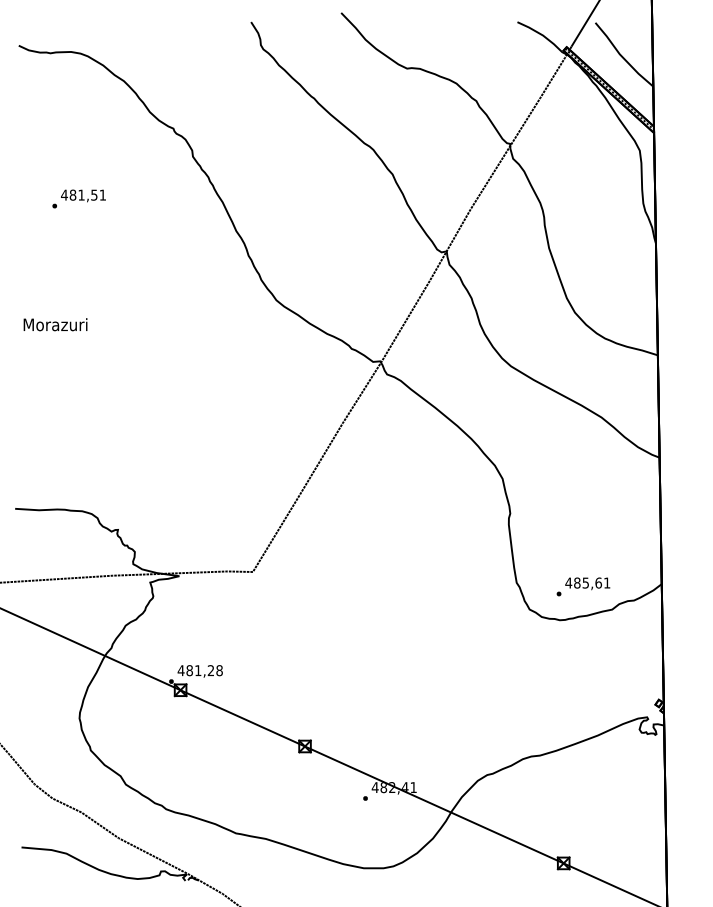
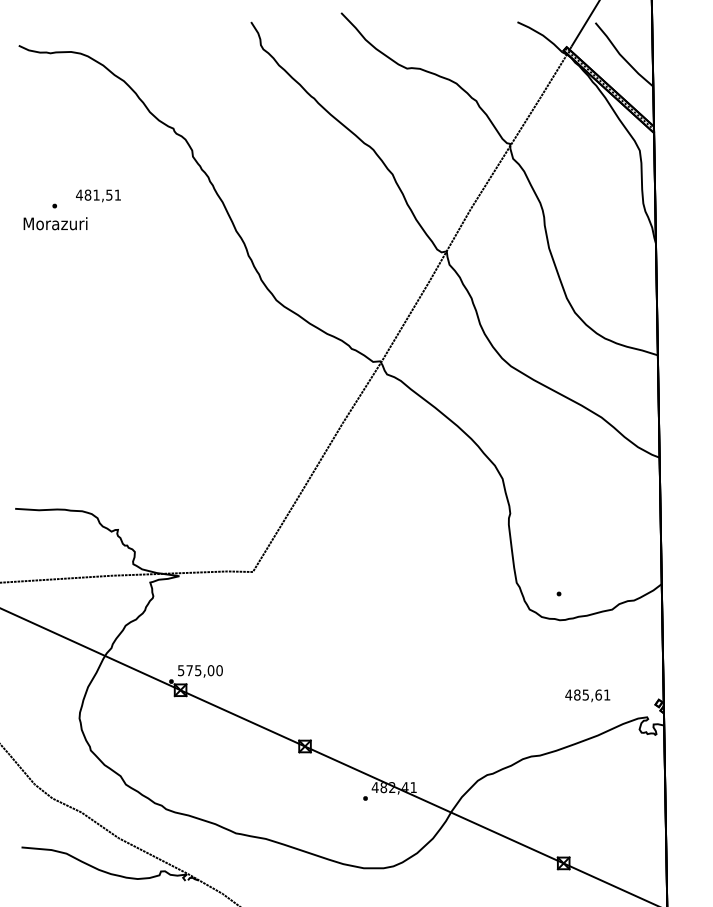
text at (83, 195) position: (83, 195) -> (98, 195)
text at (55, 324) position: (55, 324) -> (55, 223)
text at (587, 583) position: (587, 583) -> (587, 695)
text at (199, 670): 481,28 -> 575,00
